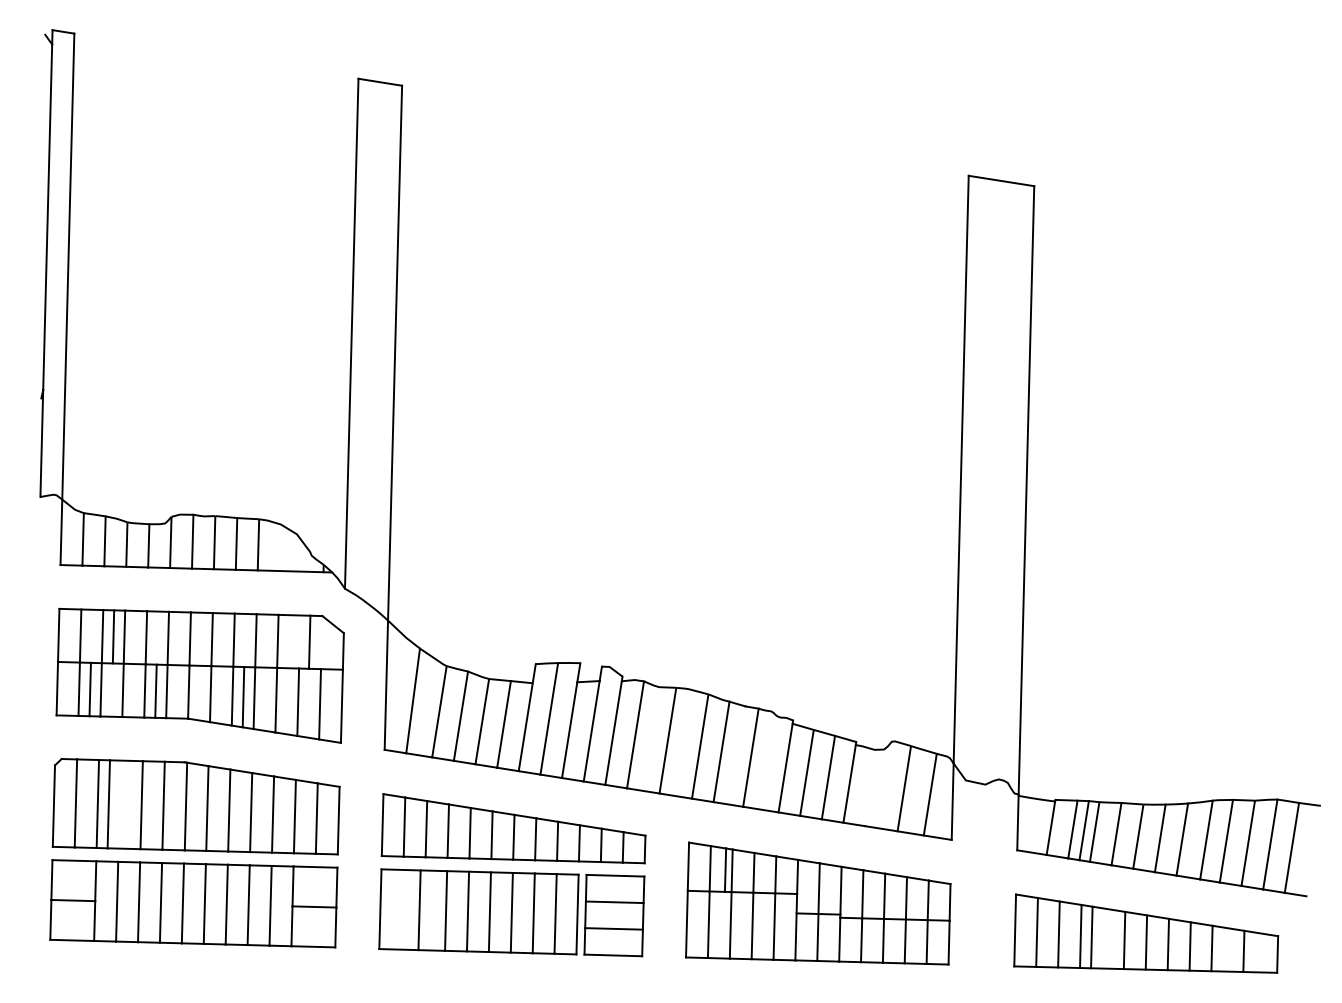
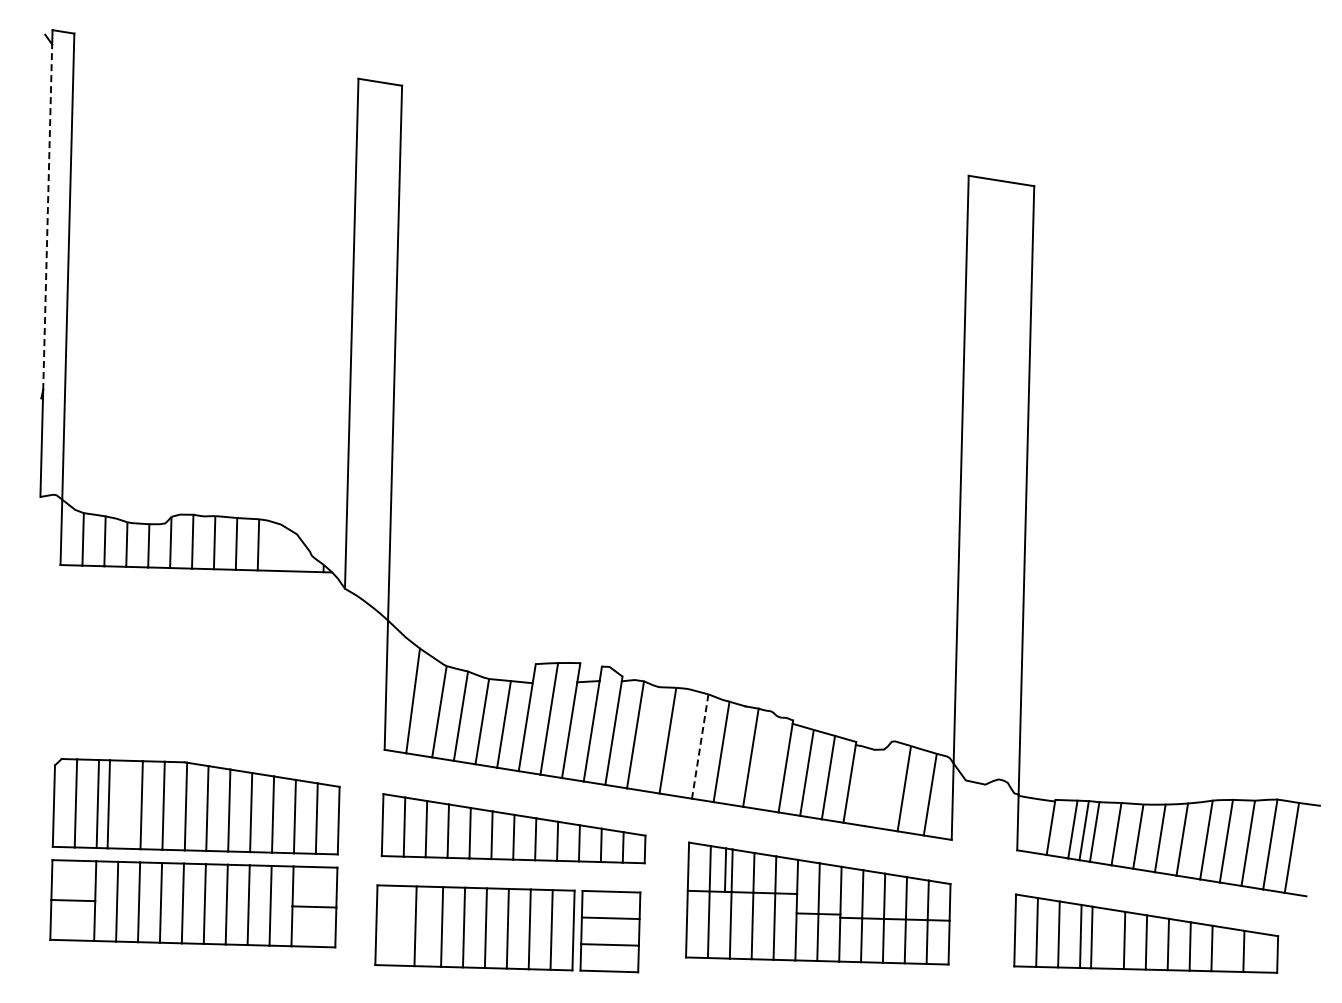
line at (47, 217): solid -> dashed
part at (199, 675): present -> none
line at (700, 747): solid -> dashed
part at (511, 912) position: (511, 912) -> (507, 928)
